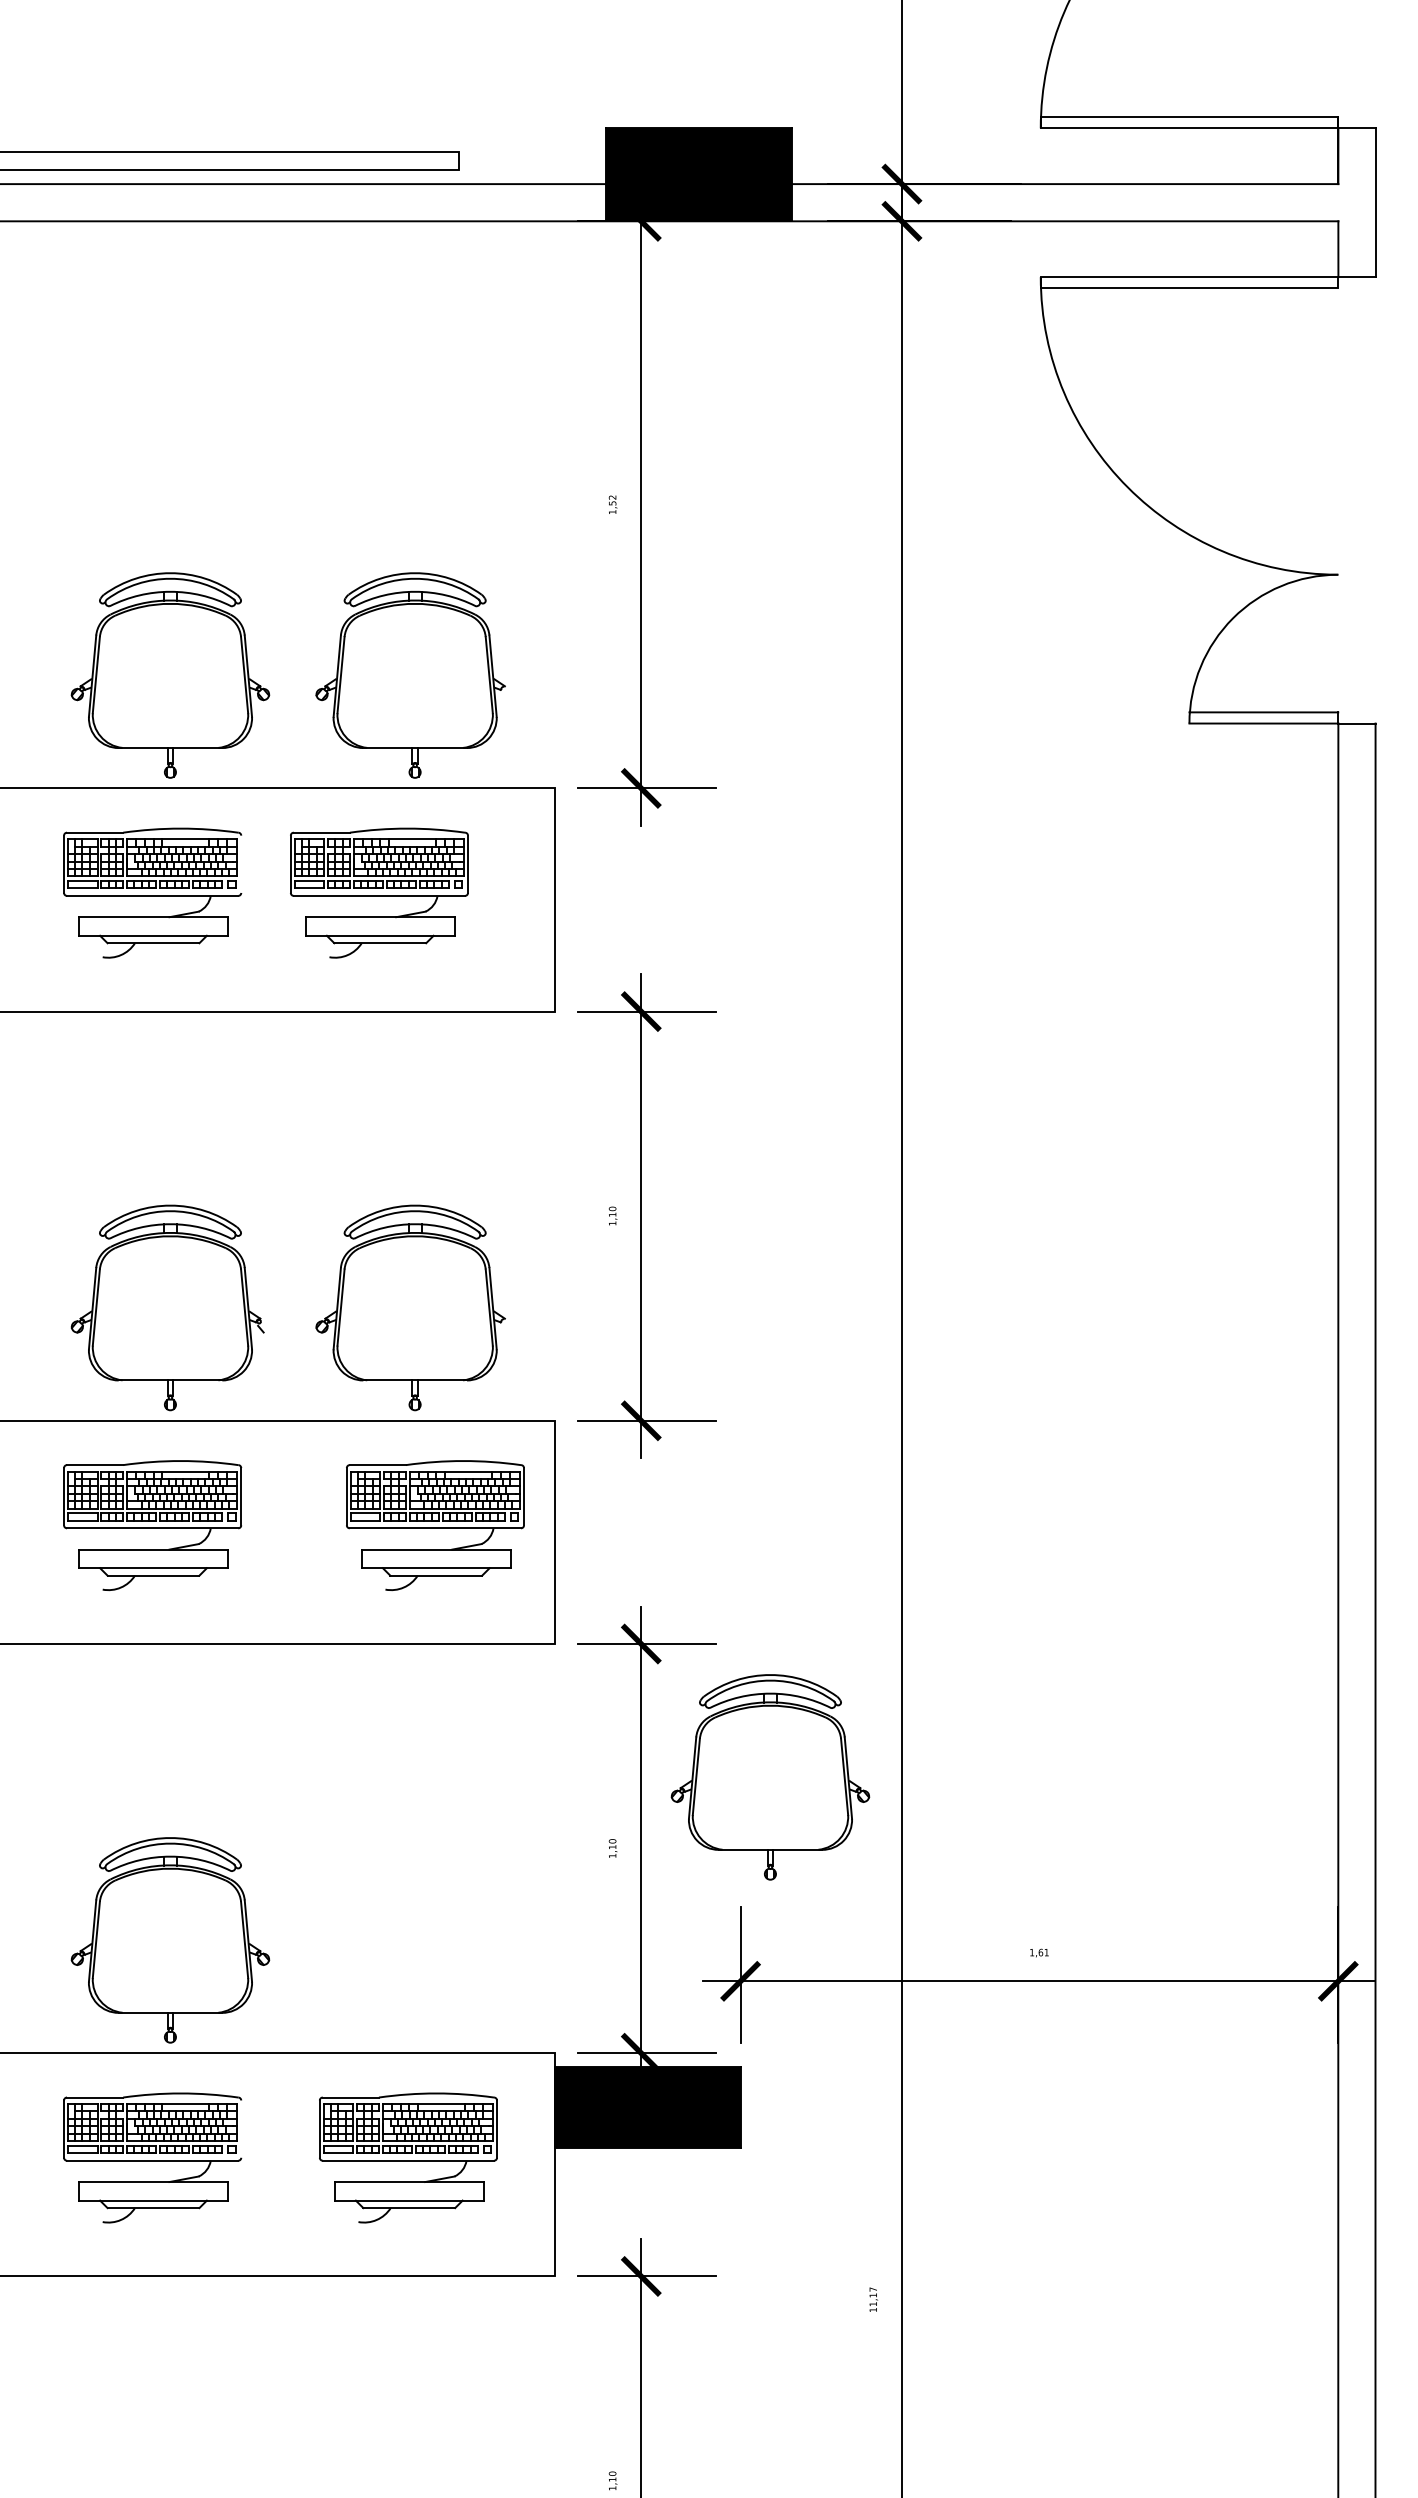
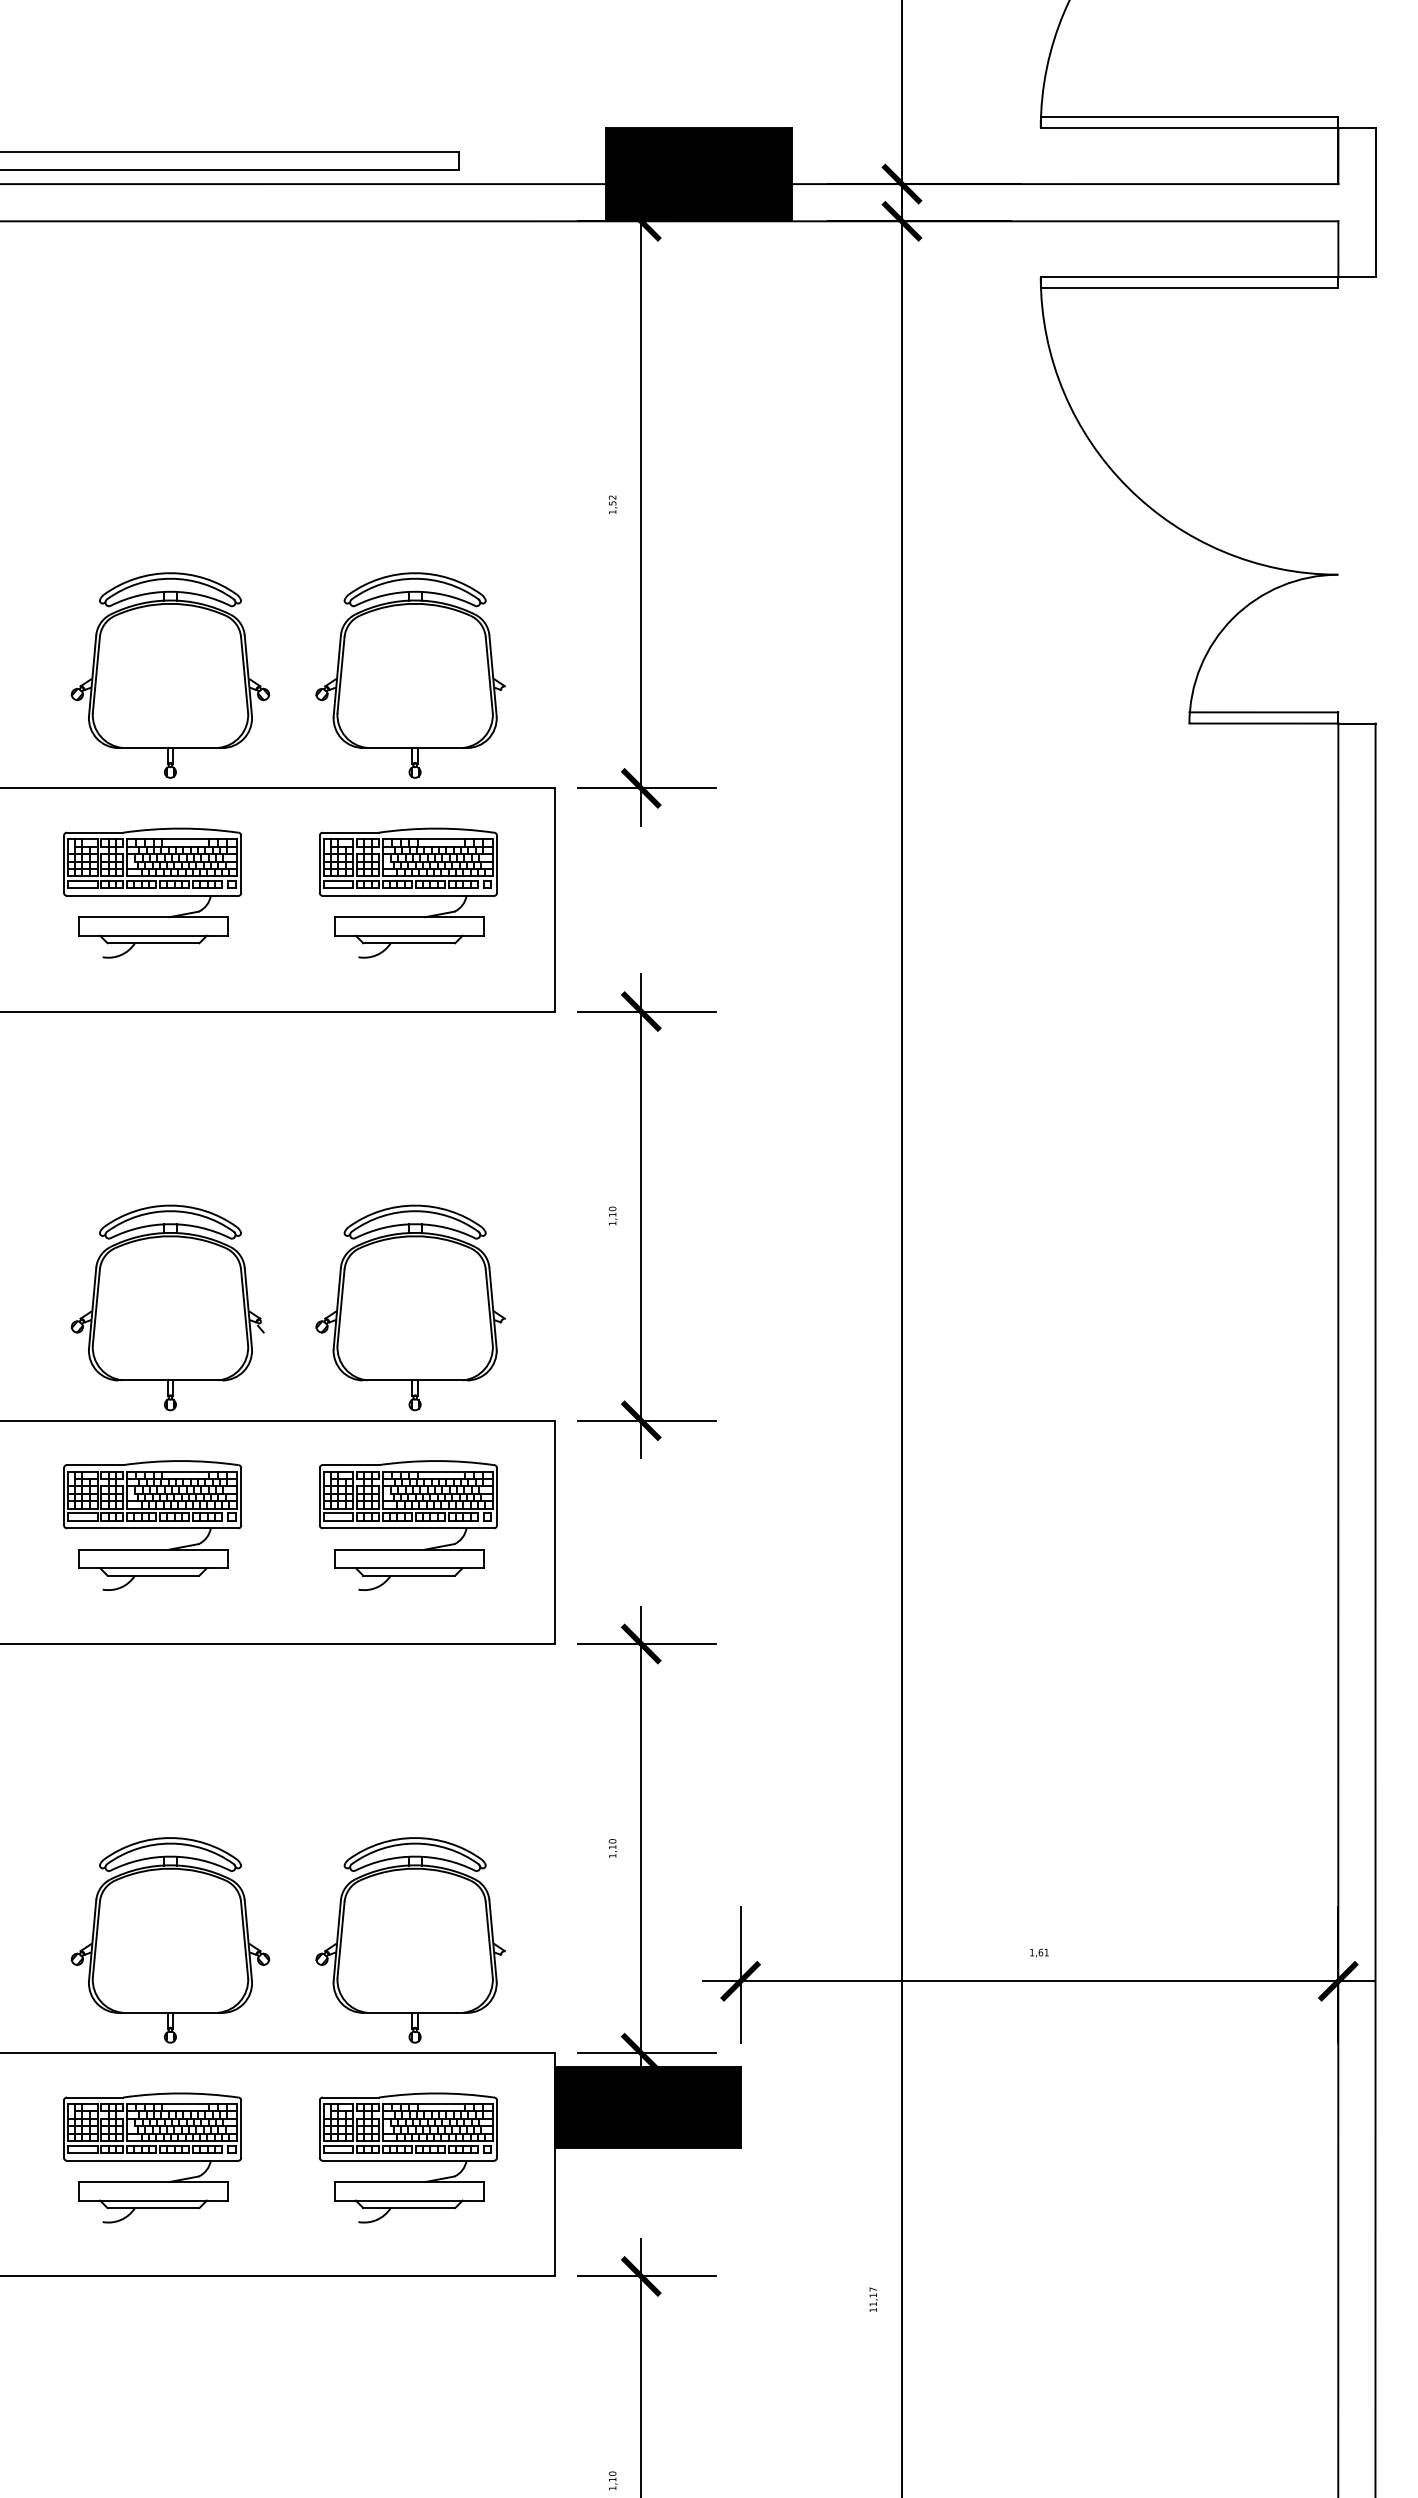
line at (241, 863): none -> present
part at (379, 892) position: (379, 892) -> (408, 892)
part at (435, 1525) position: (435, 1525) -> (408, 1525)
part at (770, 1777): present -> none
part at (410, 1940): none -> present
line at (241, 2128): none -> present
